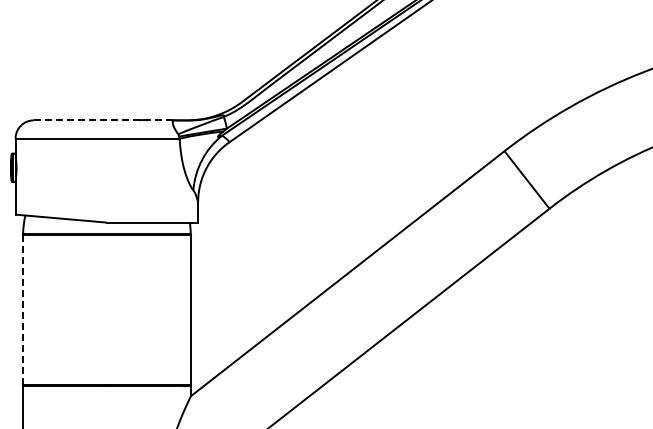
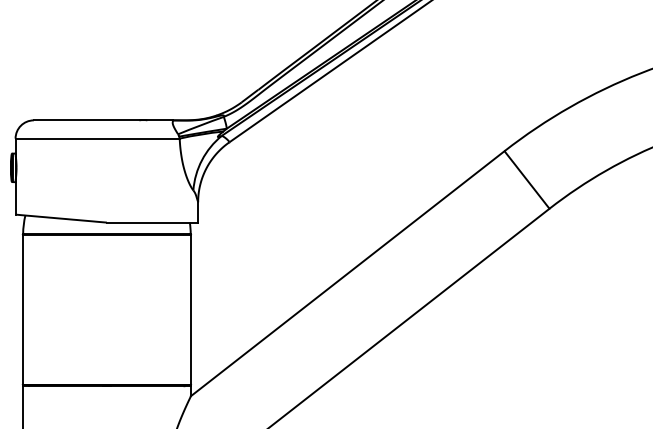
line at (102, 120): dashed -> solid
line at (22, 310): dashed -> solid
